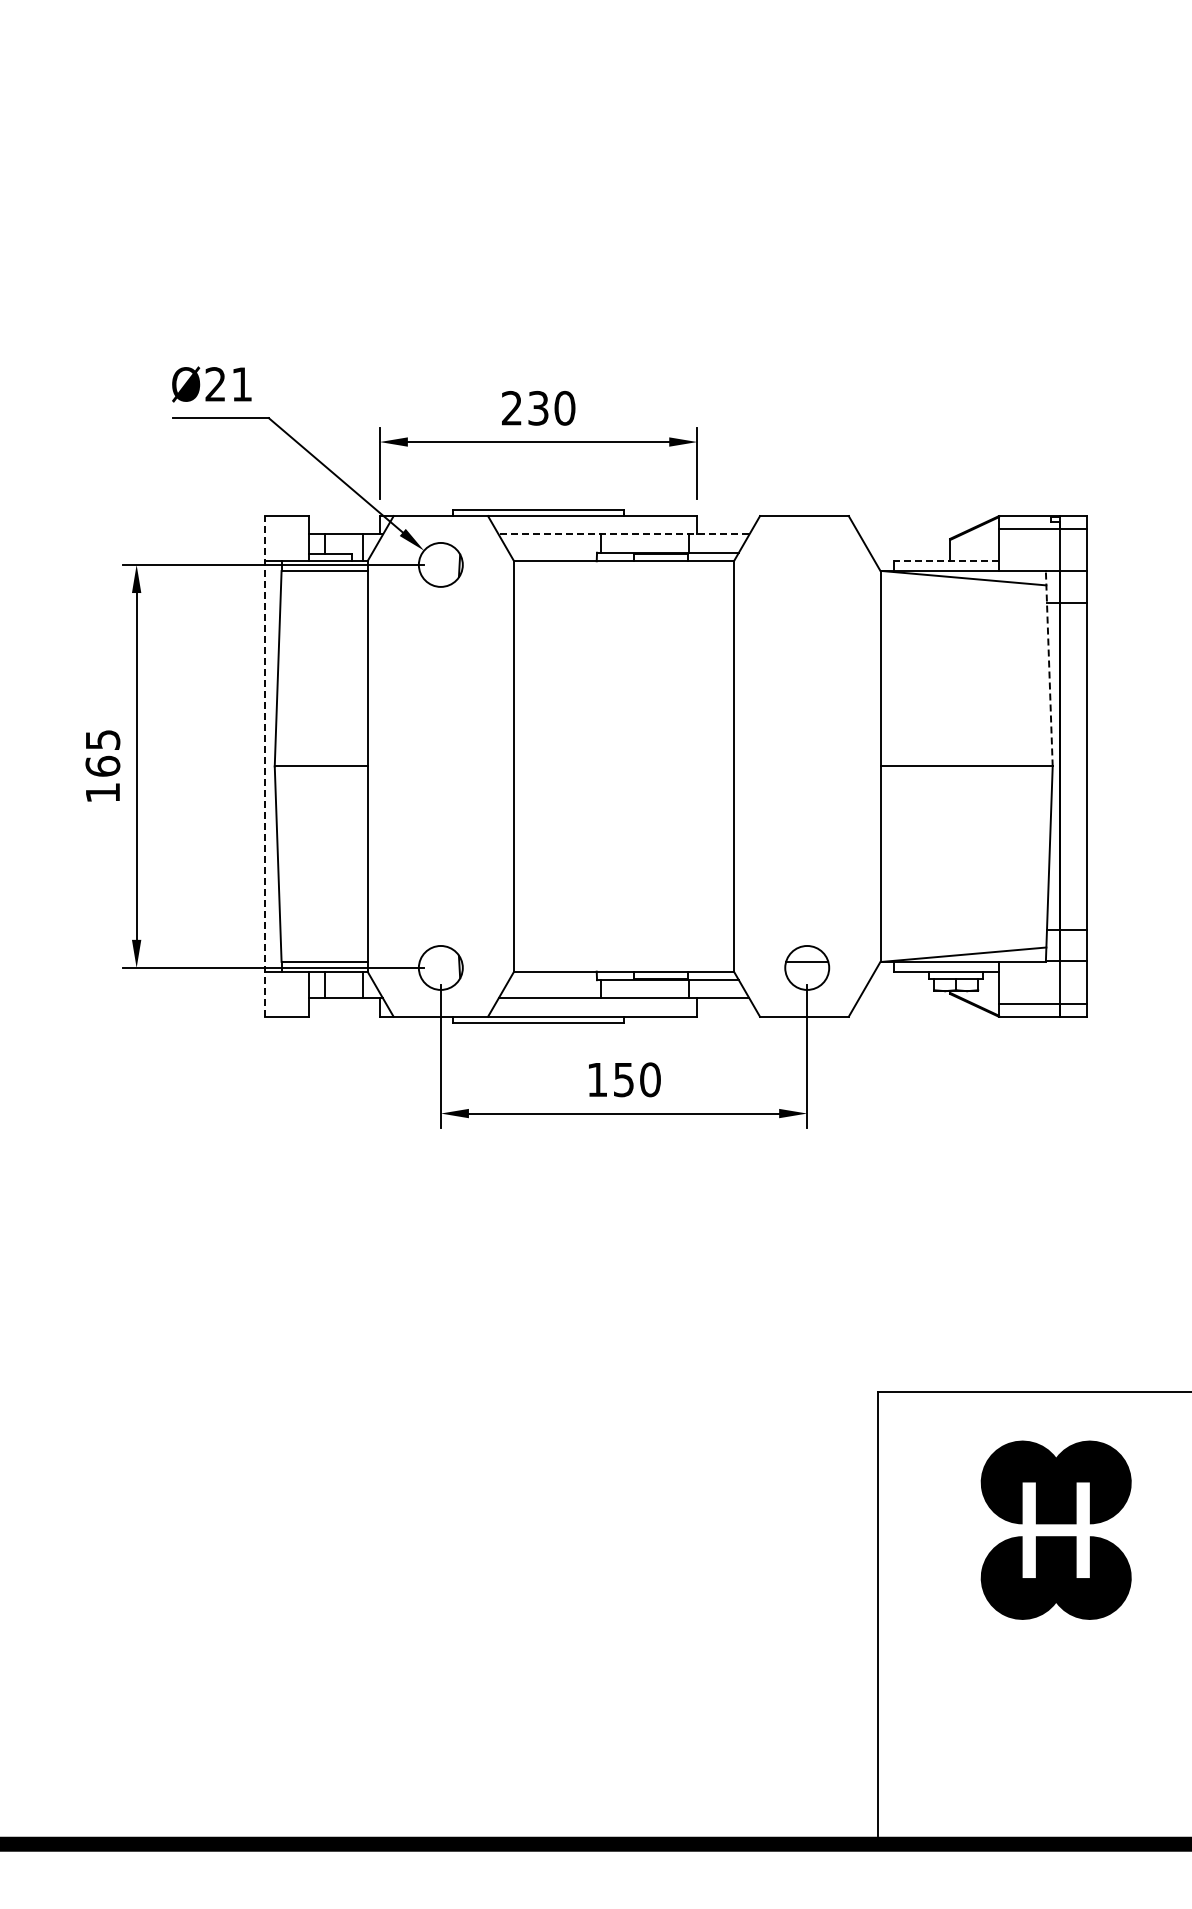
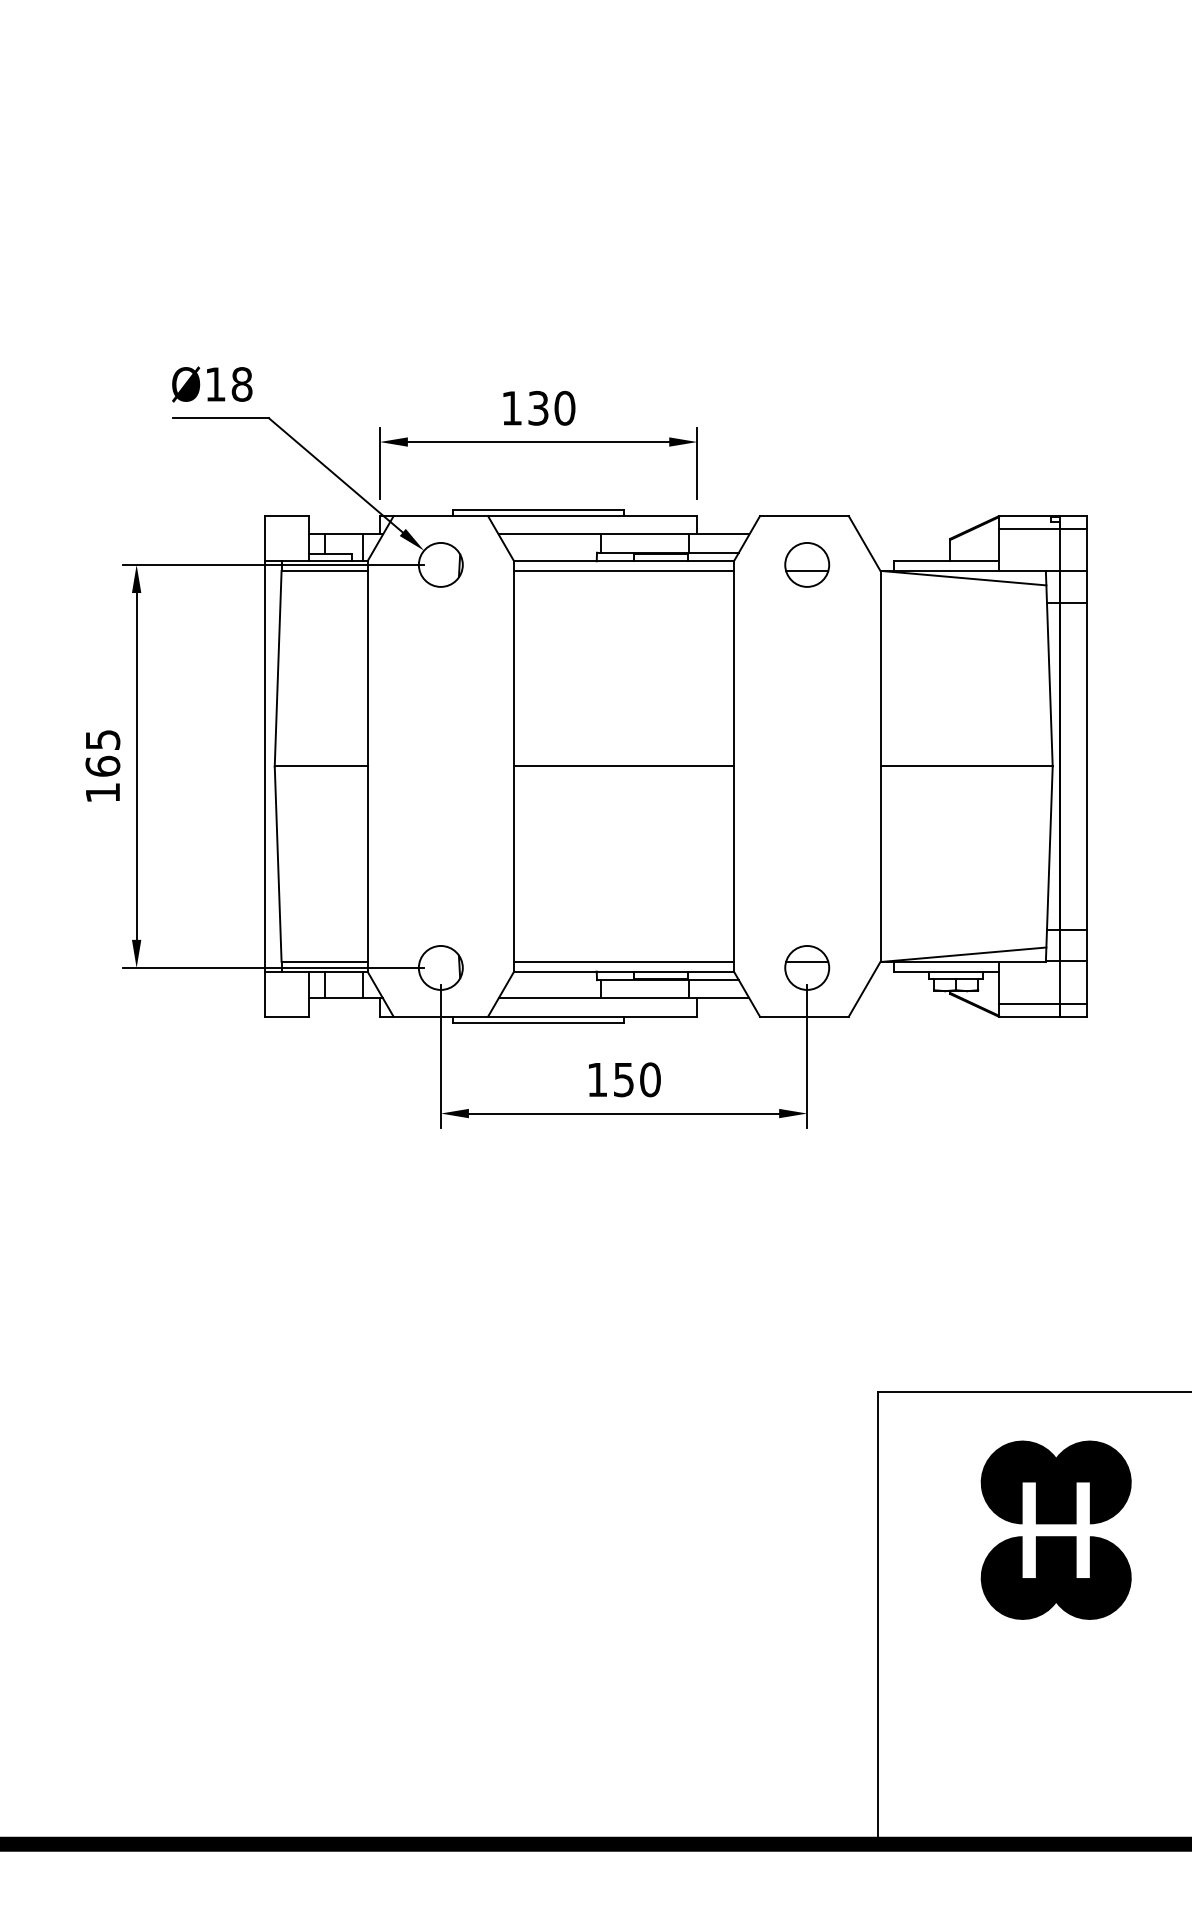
text at (228, 384): Ø21 -> Ø18
text at (511, 407): 230 -> 130
line at (623, 534): dashed -> solid
line at (946, 561): dashed -> solid
part at (807, 564): none -> present
line at (623, 571): none -> present
line at (1049, 668): dashed -> solid
line at (265, 765): dashed -> solid
line at (623, 766): none -> present
line at (623, 961): none -> present
